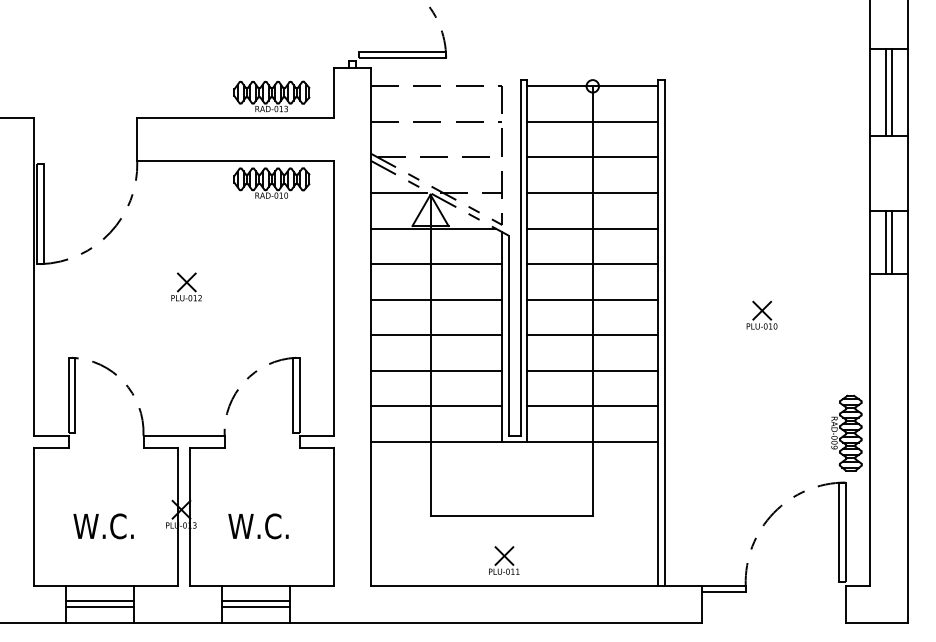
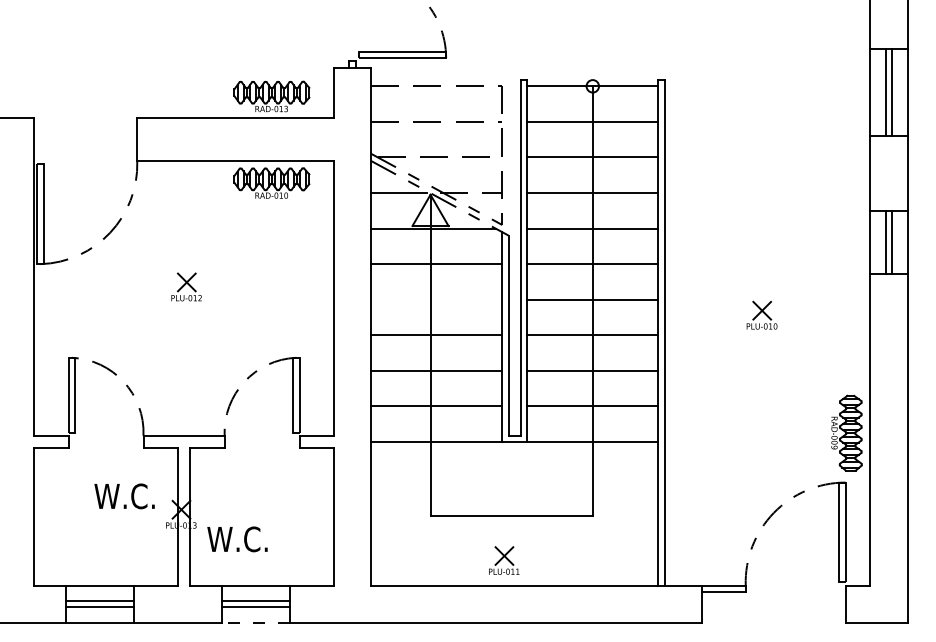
line at (436, 299): present -> none
text at (103, 526) position: (103, 526) -> (124, 496)
text at (258, 526) position: (258, 526) -> (237, 539)
line at (255, 622): solid -> dashed
